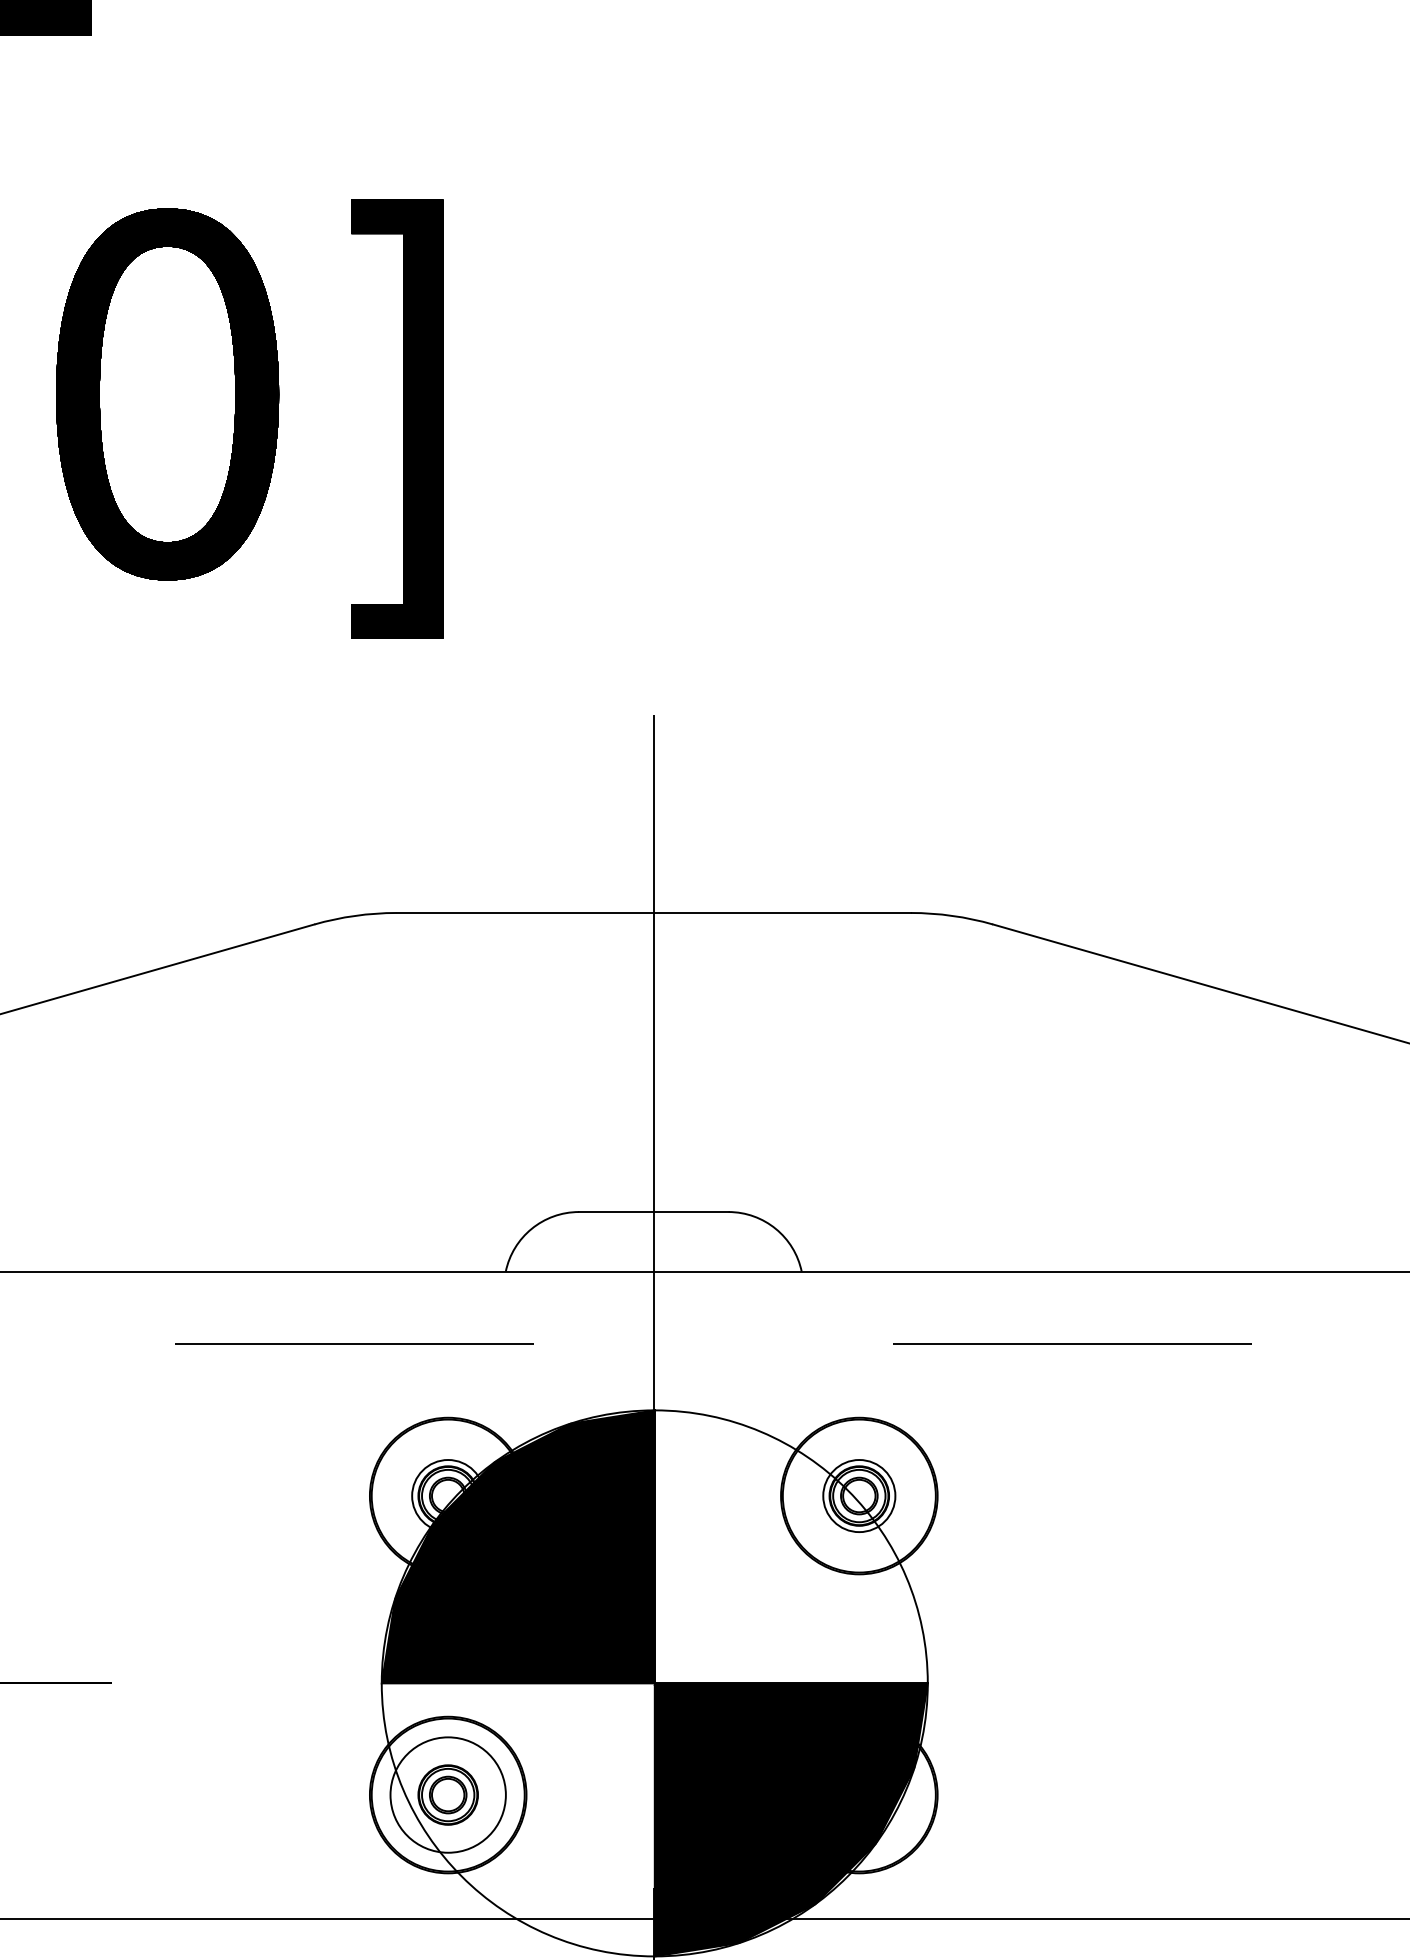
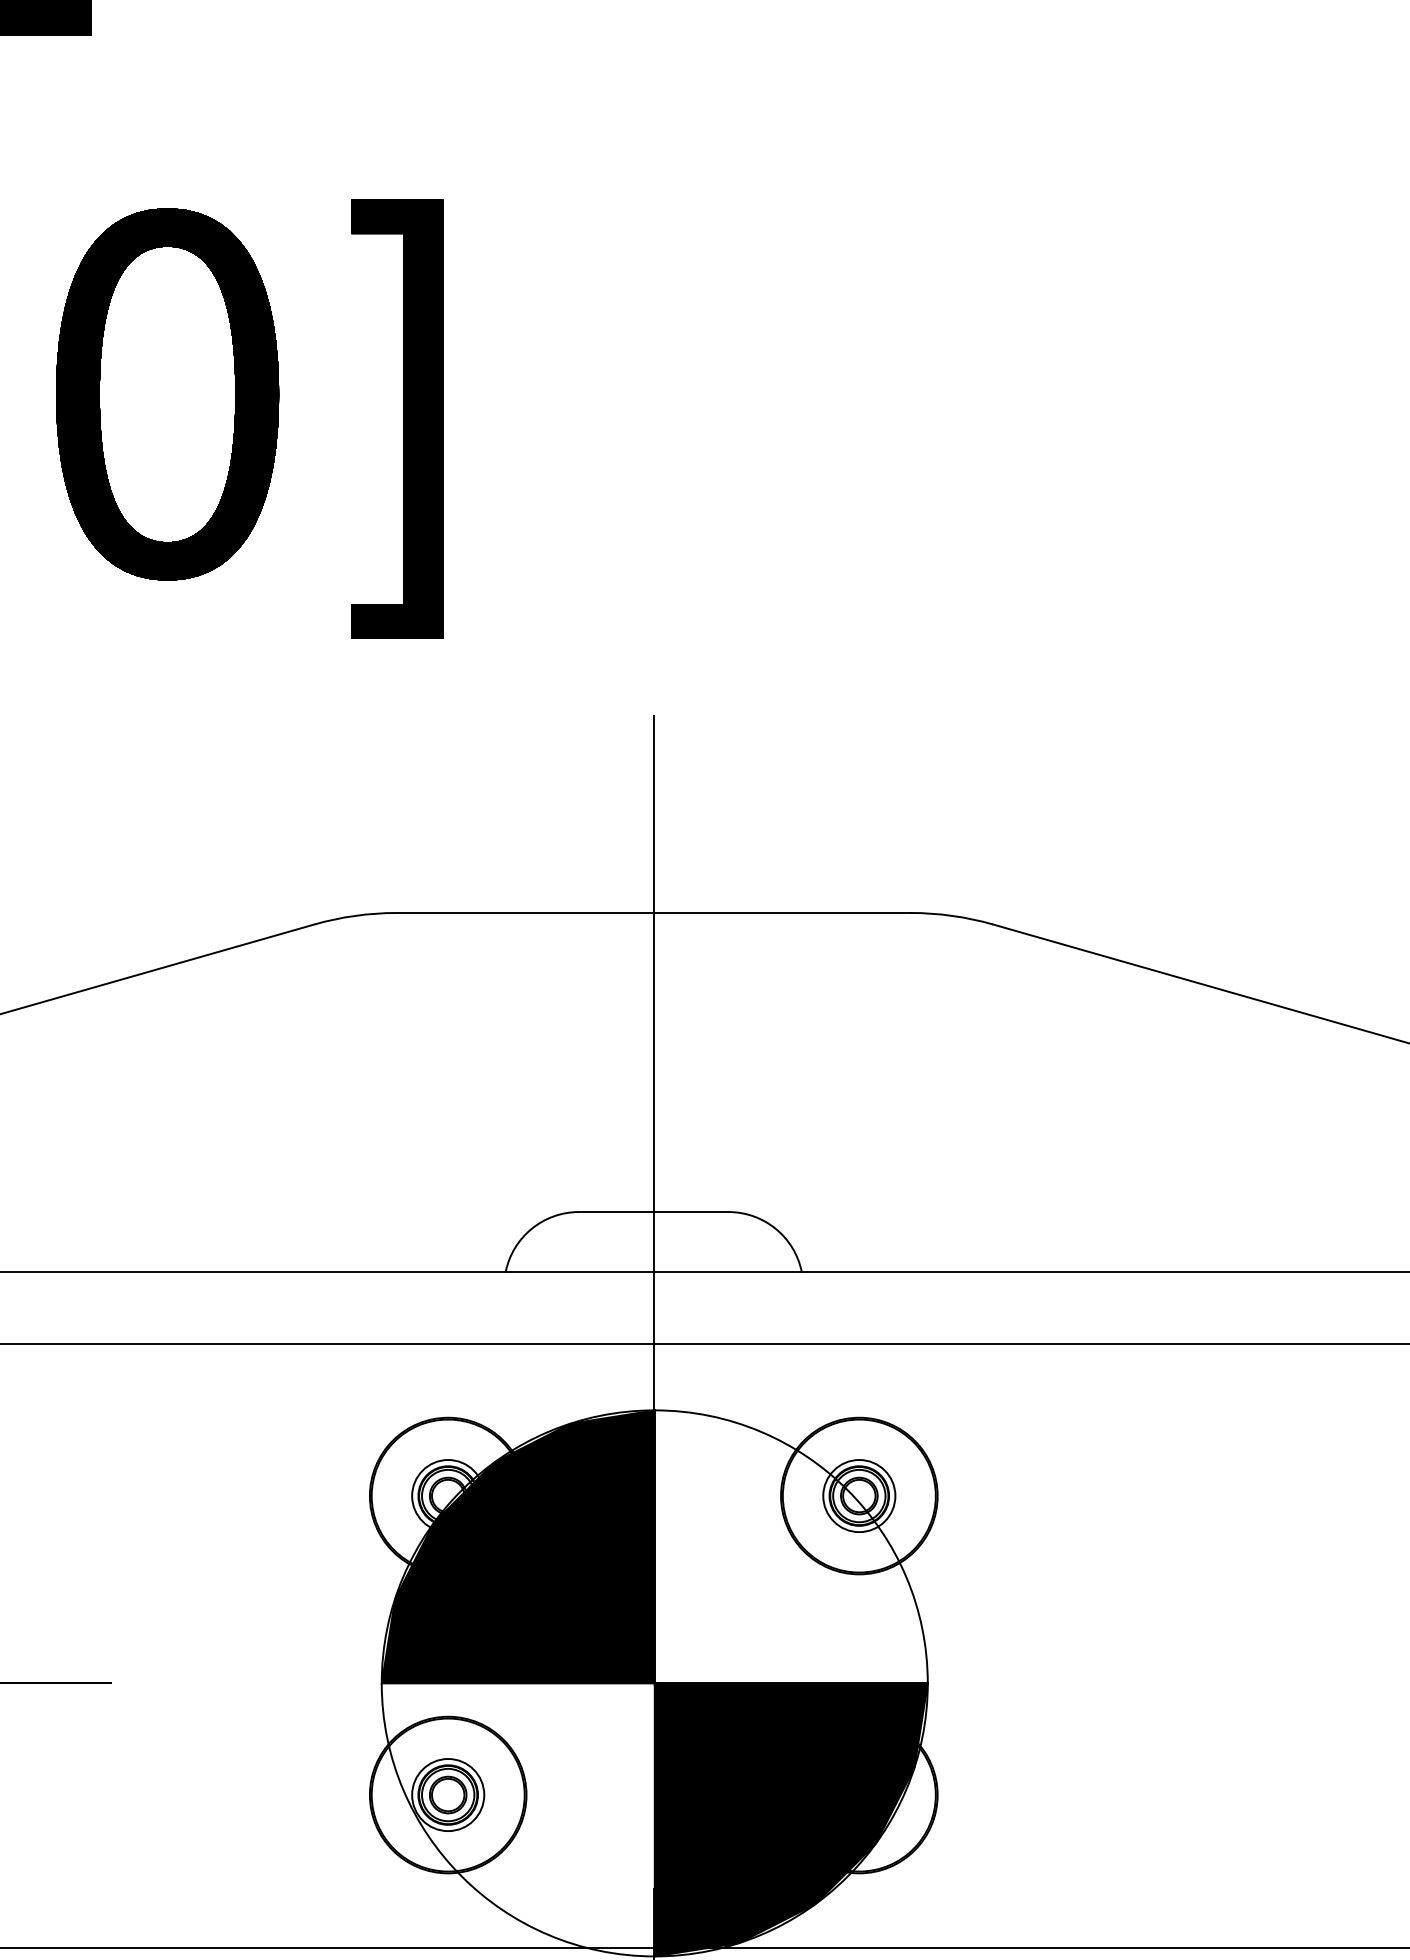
line at (704, 1343): dashed -> solid
circle at (447, 1794) diameter: 115 px -> 72 px
line at (704, 1918) position: (704, 1918) -> (704, 1947)
